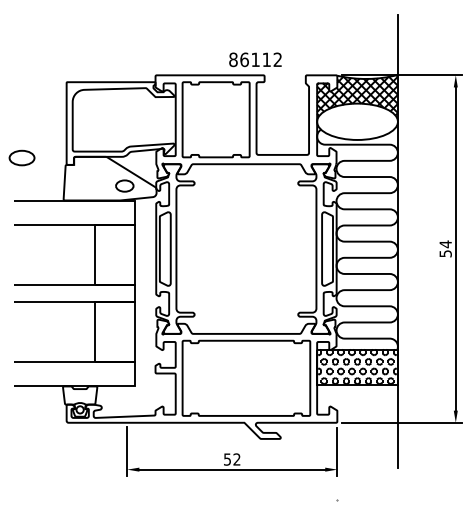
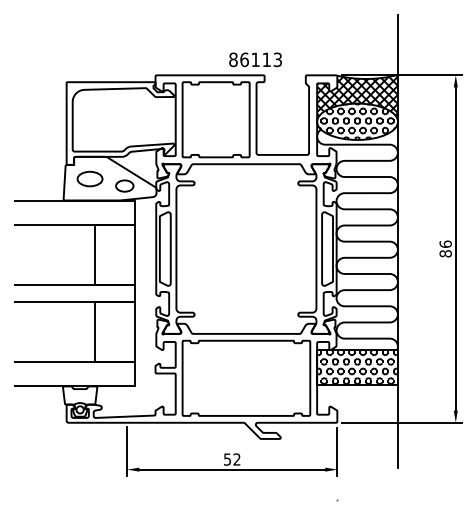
text at (277, 60): 86112 -> 86113
hatch at (357, 121): none -> present
part at (21, 157) position: (21, 157) -> (89, 178)
text at (445, 248): 54 -> 86
